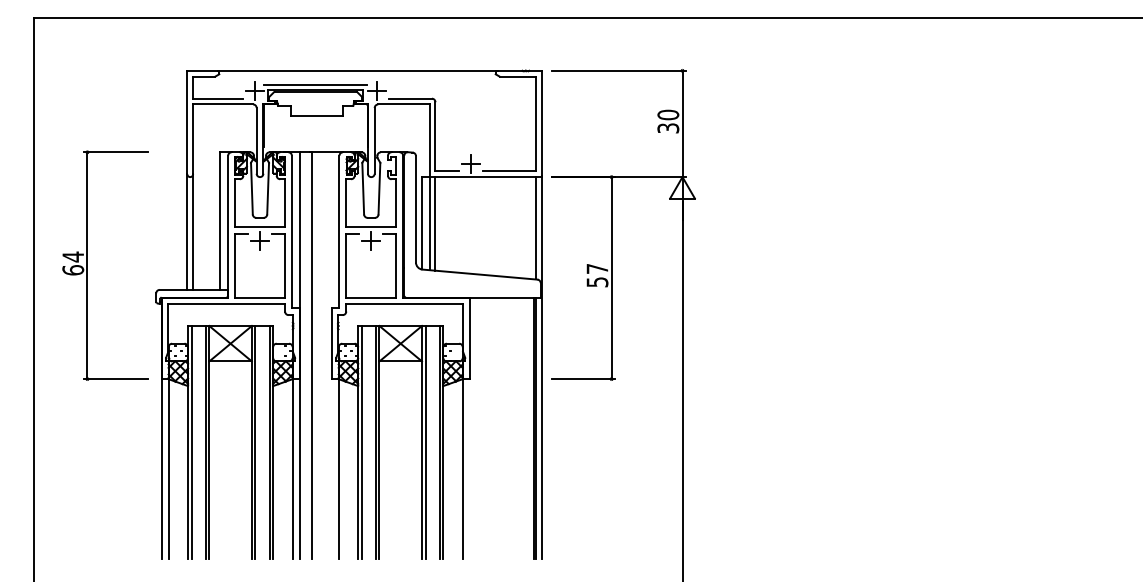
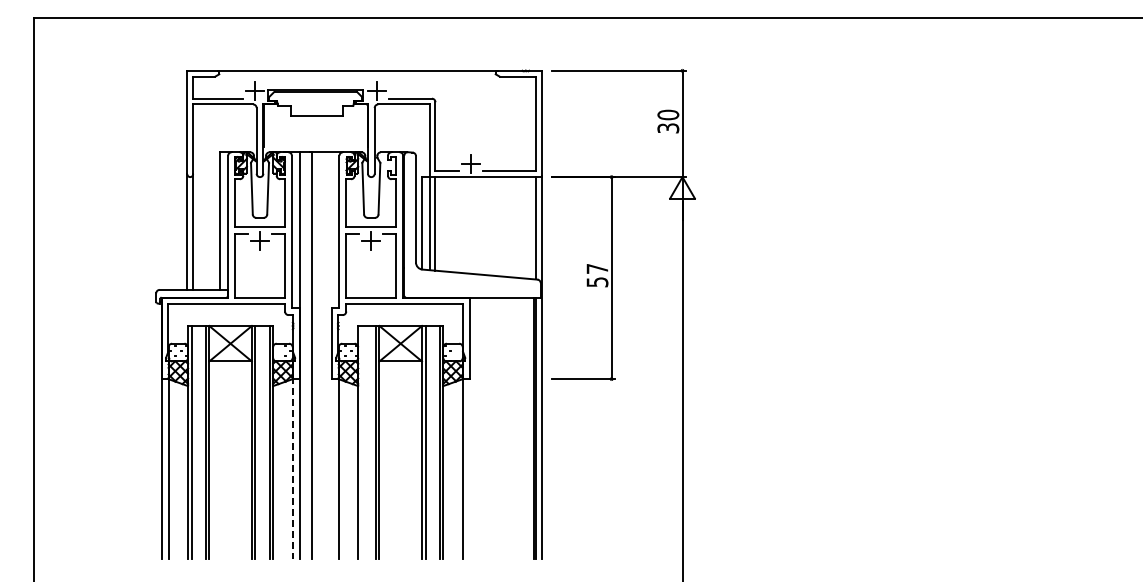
line at (315, 84): present -> none
part at (87, 265): present -> none
line at (361, 442): present -> none
line at (292, 468): solid -> dashed
